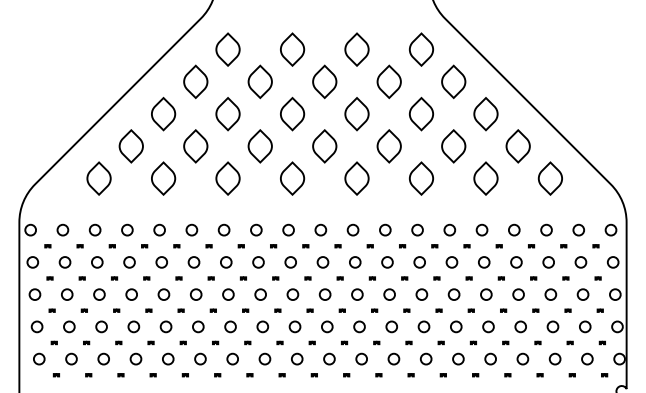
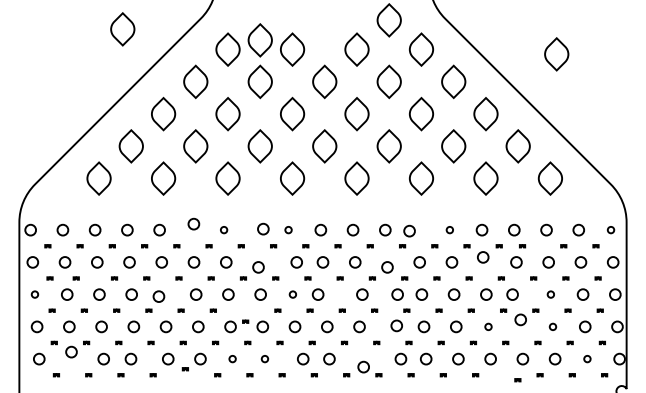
part at (388, 20): none -> present
part at (122, 29): none -> present
part at (259, 40): none -> present
part at (556, 54): none -> present
circle at (191, 229) position: (191, 229) -> (193, 223)
circle at (223, 229) size: 14x14 px -> 9x9 px
circle at (256, 229) position: (256, 229) -> (263, 228)
circle at (288, 229) size: 13x14 px -> 9x9 px
circle at (417, 229) position: (417, 229) -> (409, 230)
circle at (449, 229) size: 14x14 px -> 9x9 px
circle at (610, 229) size: 14x14 px -> 10x9 px
part at (531, 246) position: (531, 246) -> (522, 246)
circle at (258, 262) position: (258, 262) -> (258, 267)
circle at (290, 262) position: (290, 262) -> (296, 262)
circle at (387, 262) position: (387, 262) -> (387, 267)
circle at (484, 262) position: (484, 262) -> (483, 257)
part at (81, 278) position: (81, 278) -> (75, 278)
circle at (34, 294) size: 14x13 px -> 10x9 px
circle at (163, 294) position: (163, 294) -> (158, 296)
circle at (292, 294) size: 14x13 px -> 9x9 px
circle at (324, 294) position: (324, 294) -> (317, 294)
circle at (357, 294) position: (357, 294) -> (362, 294)
circle at (389, 294) position: (389, 294) -> (397, 294)
circle at (518, 294) position: (518, 294) -> (512, 294)
circle at (550, 294) size: 14x13 px -> 9x9 px
part at (245, 310) position: (245, 310) -> (245, 321)
circle at (391, 326) position: (391, 326) -> (396, 325)
circle at (488, 326) size: 13x14 px -> 9x9 px
circle at (520, 326) position: (520, 326) -> (520, 319)
circle at (552, 326) size: 14x14 px -> 10x9 px
circle at (71, 358) position: (71, 358) -> (71, 351)
circle at (135, 358) position: (135, 358) -> (130, 358)
circle at (232, 358) size: 13x14 px -> 9x9 px
circle at (264, 358) size: 14x14 px -> 10x9 px
circle at (297, 358) position: (297, 358) -> (303, 358)
circle at (361, 358) position: (361, 358) -> (363, 366)
circle at (393, 358) position: (393, 358) -> (400, 358)
circle at (587, 358) size: 13x14 px -> 9x9 px
part at (184, 375) position: (184, 375) -> (184, 369)
part at (507, 375) position: (507, 375) -> (517, 380)
